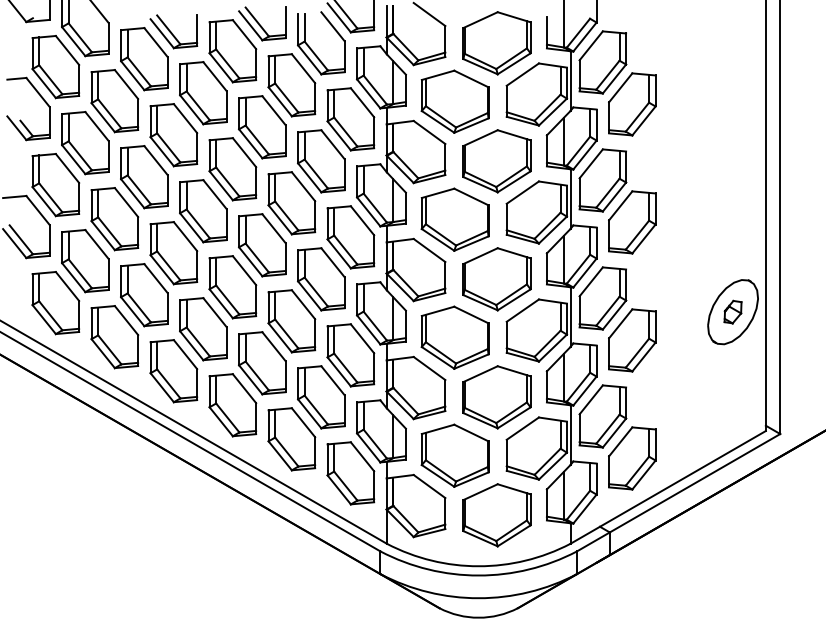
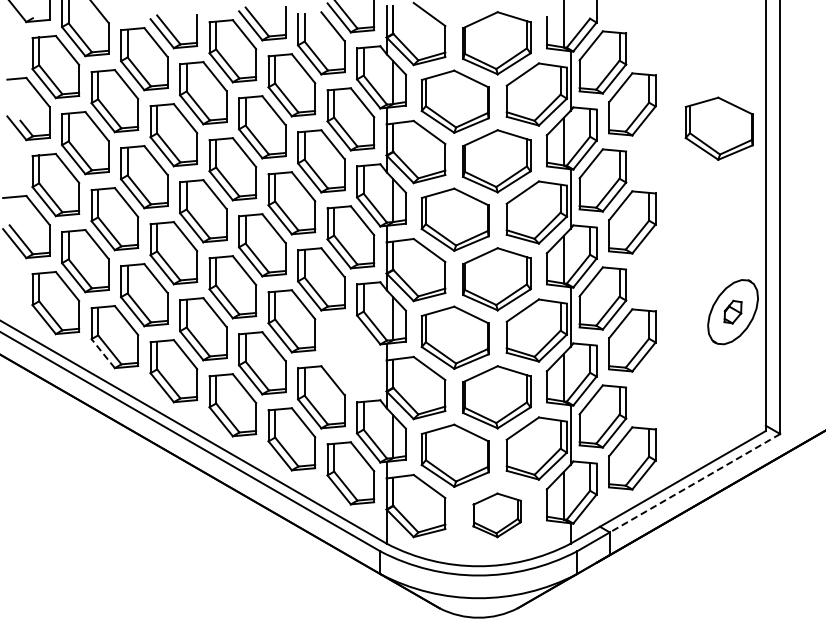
part at (718, 128): none -> present
line at (103, 353): solid -> dashed
part at (350, 355): present -> none
line at (694, 483): solid -> dashed
part at (496, 515) size: 70x65 px -> 50x47 px
